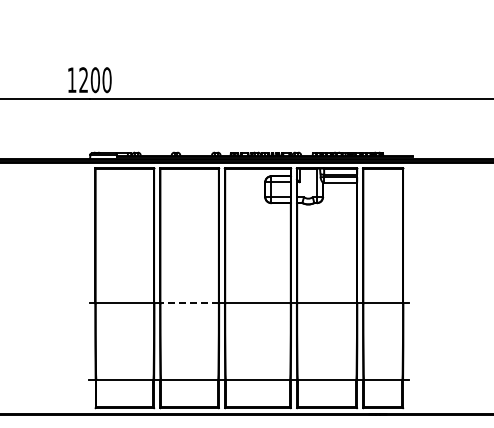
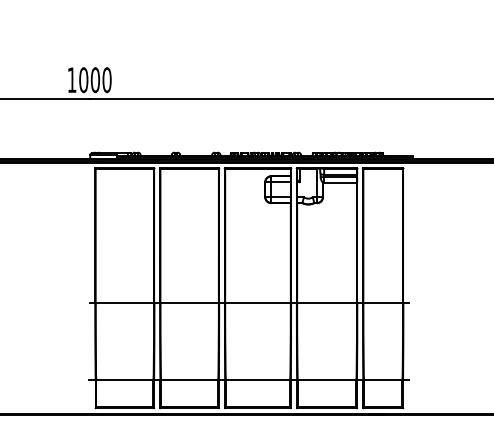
text at (83, 80): 1200 -> 1000
line at (189, 303): dashed -> solid
